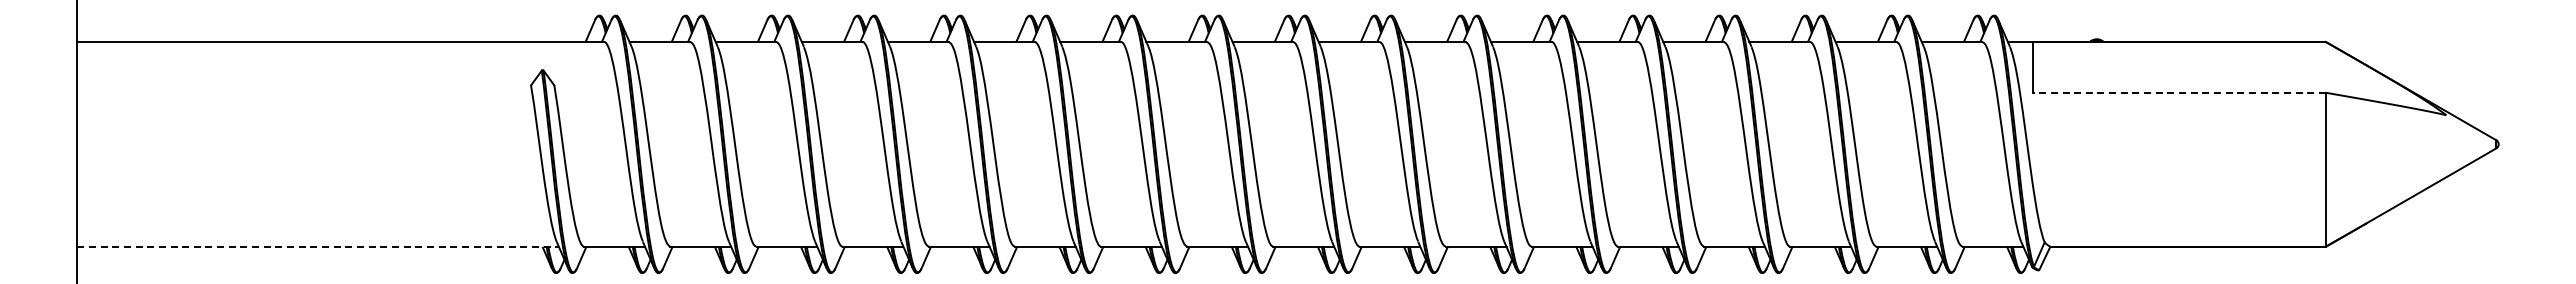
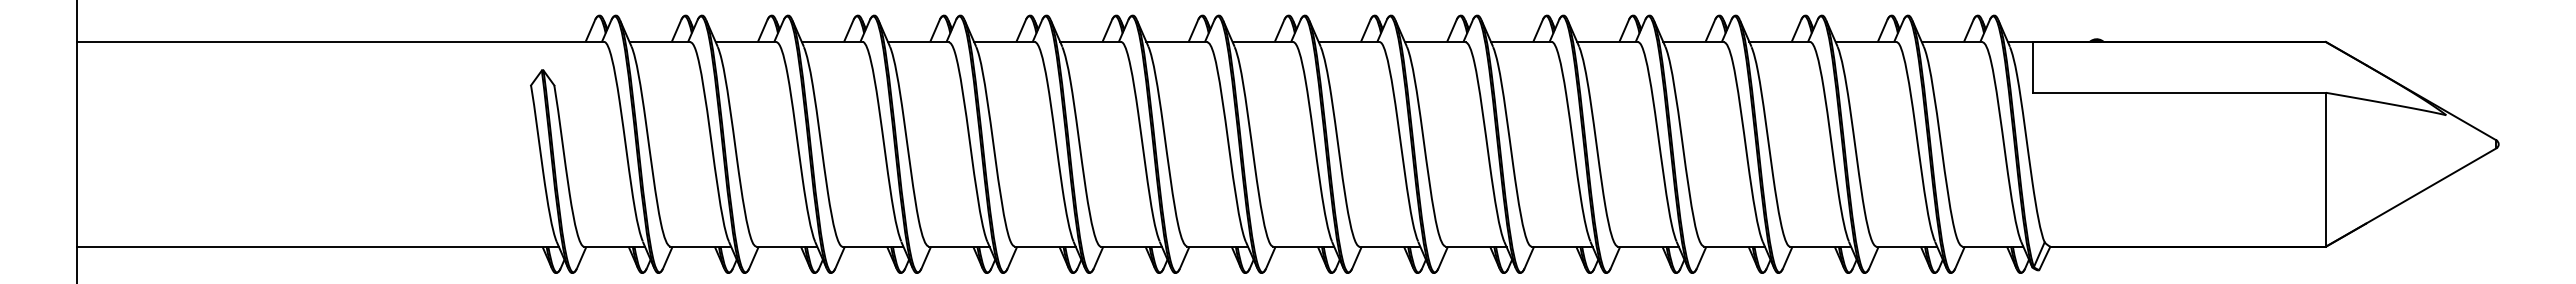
line at (2179, 92): dashed -> solid
line at (318, 246): dashed -> solid
